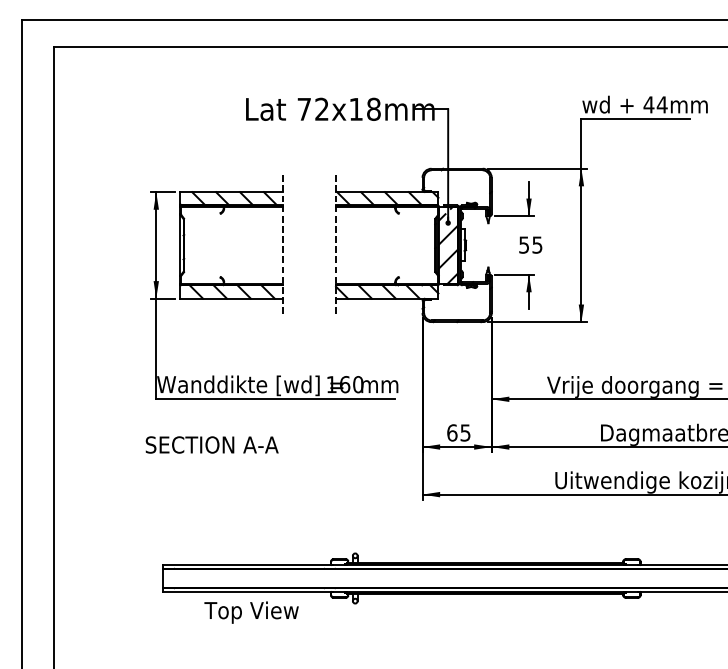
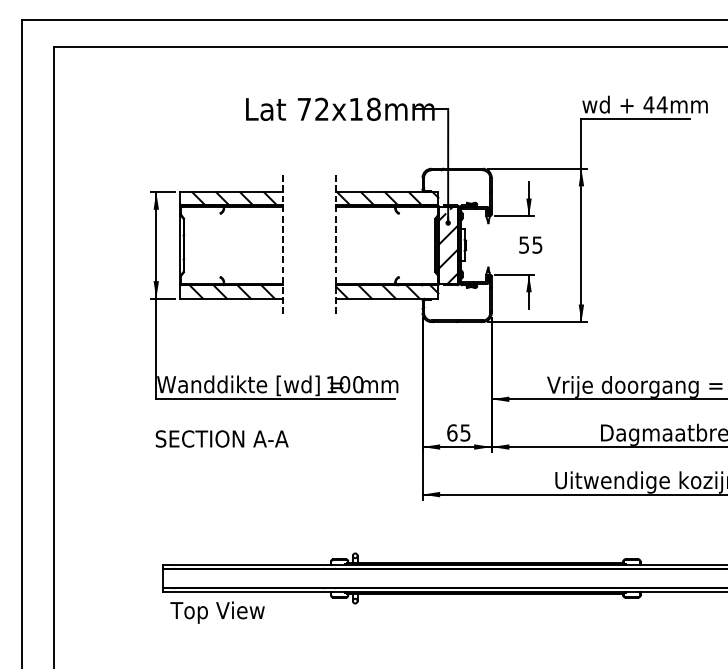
text at (345, 384): 160 -> 100
text at (211, 444) position: (211, 444) -> (221, 438)
text at (251, 612) position: (251, 612) -> (217, 612)
